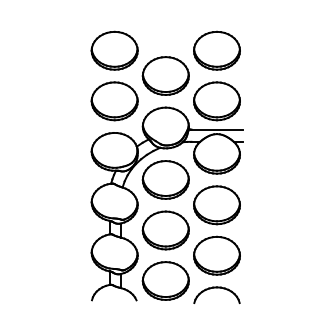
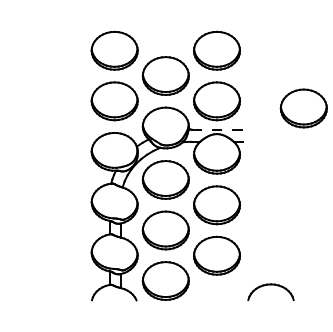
part at (303, 108): none -> present
line at (217, 129): solid -> dashed
part at (216, 294) position: (216, 294) -> (270, 291)
